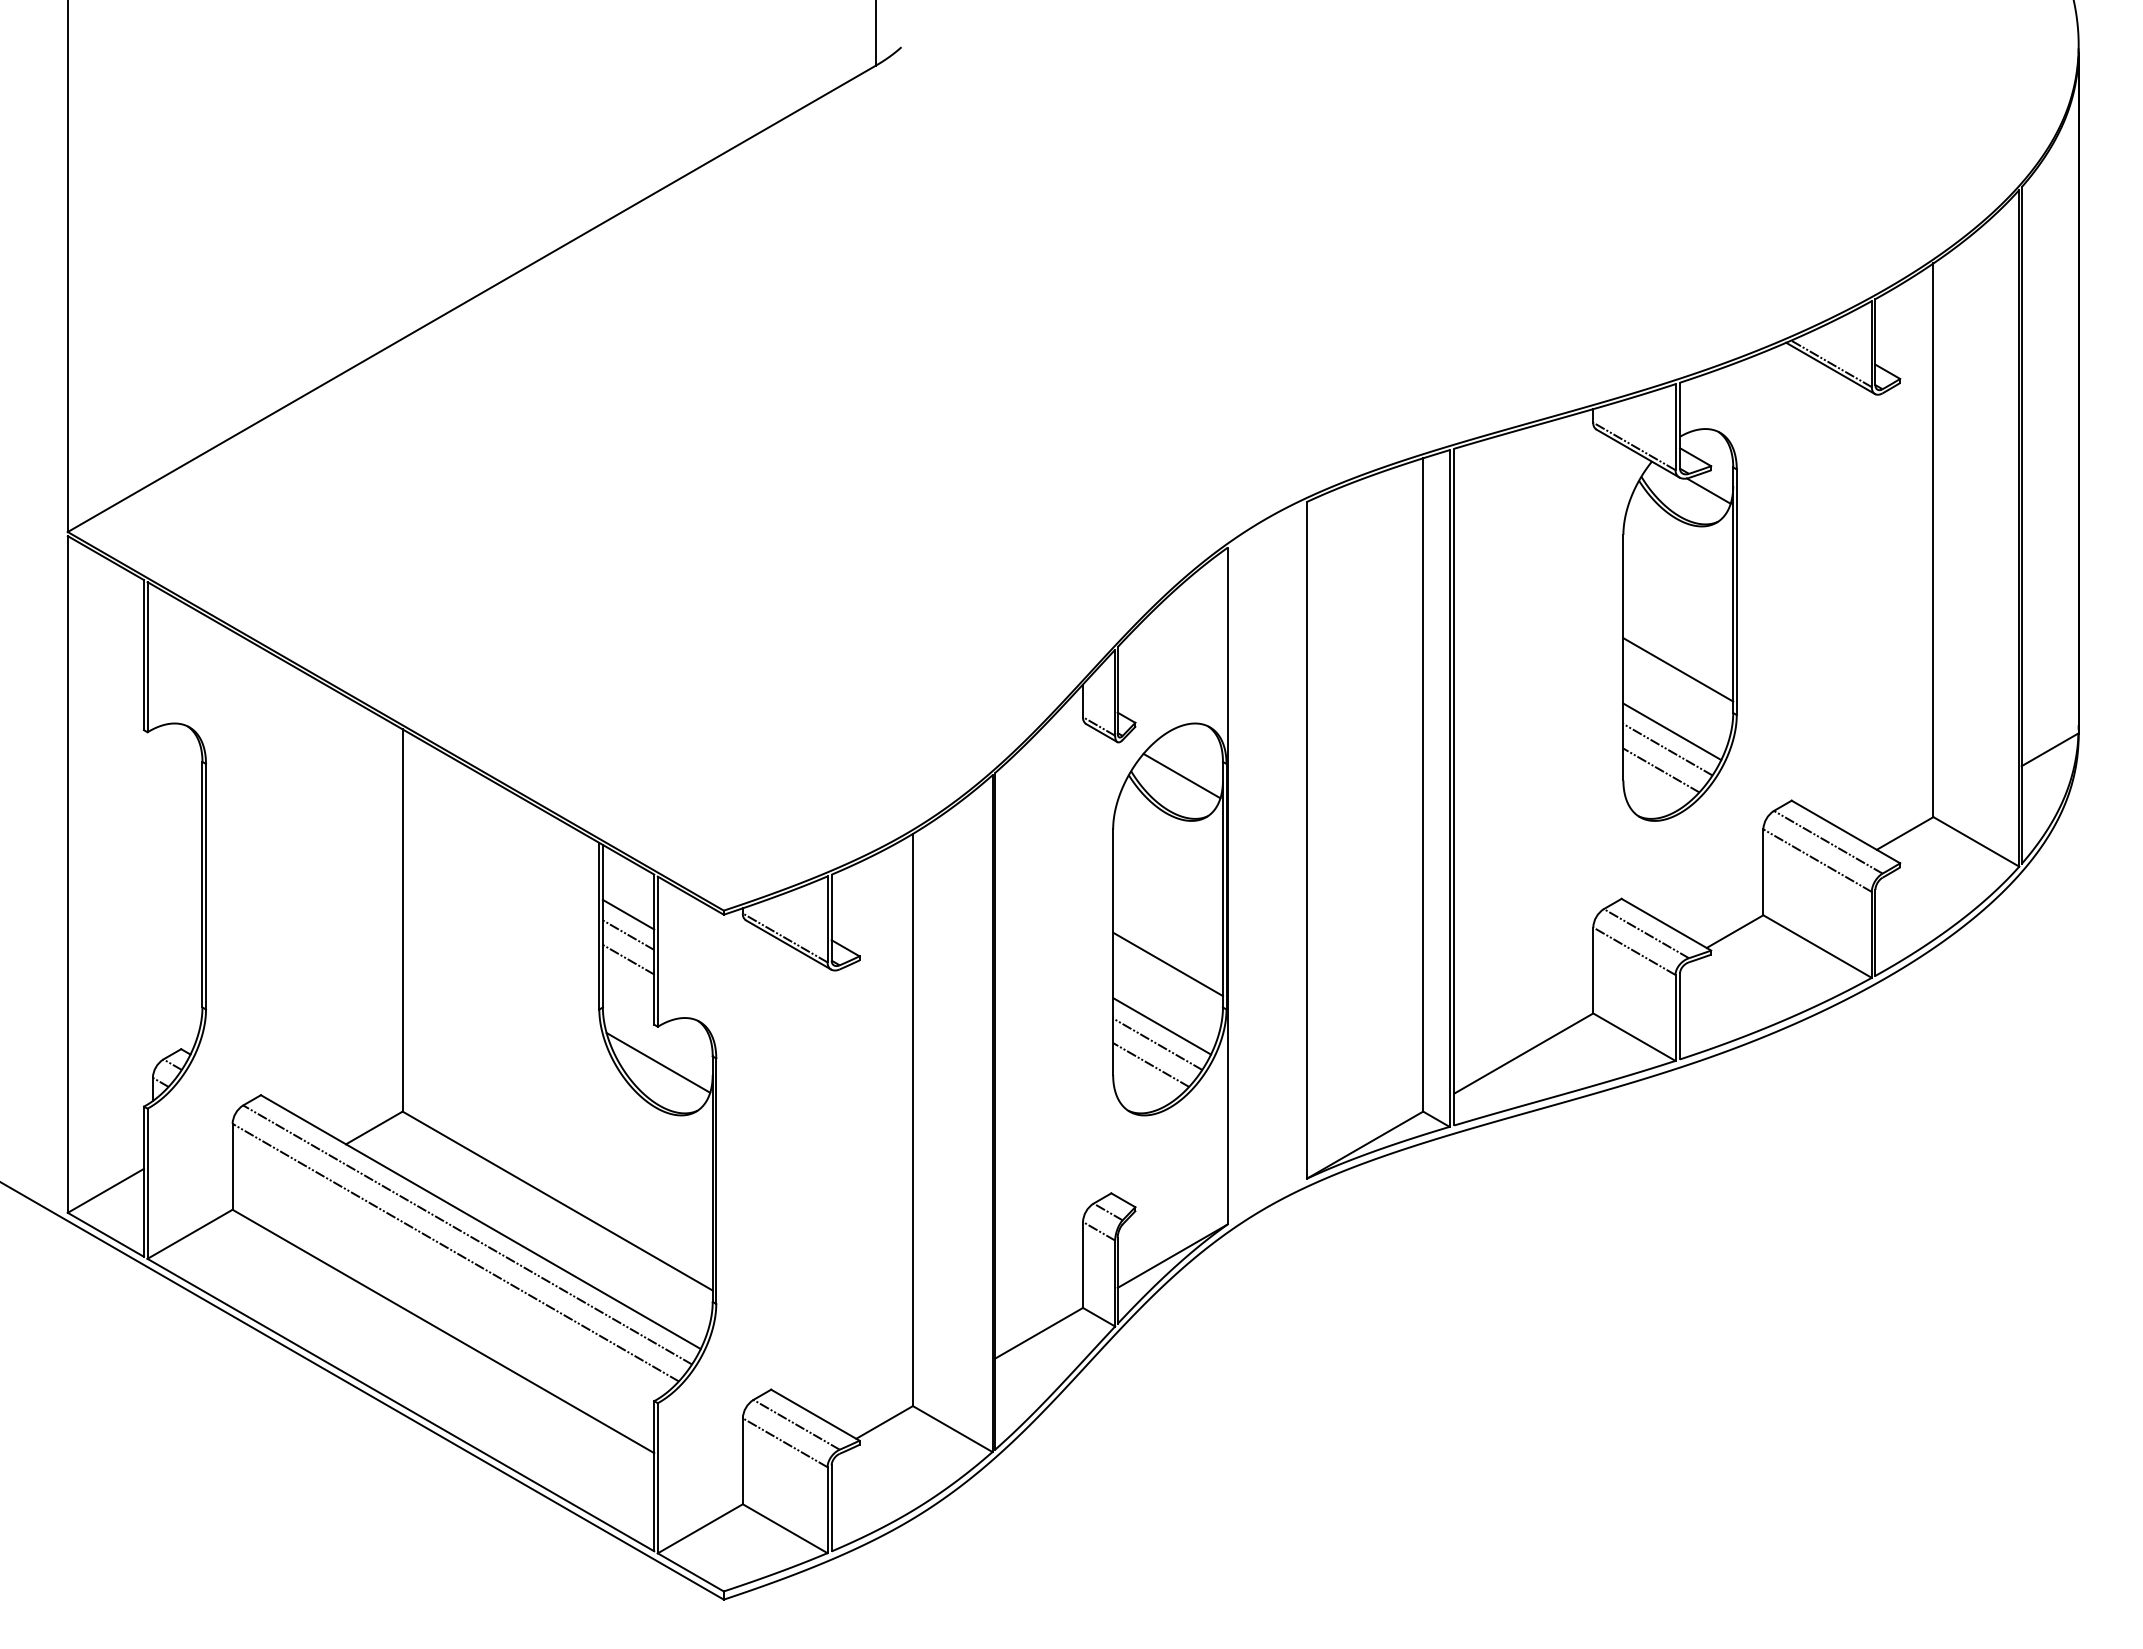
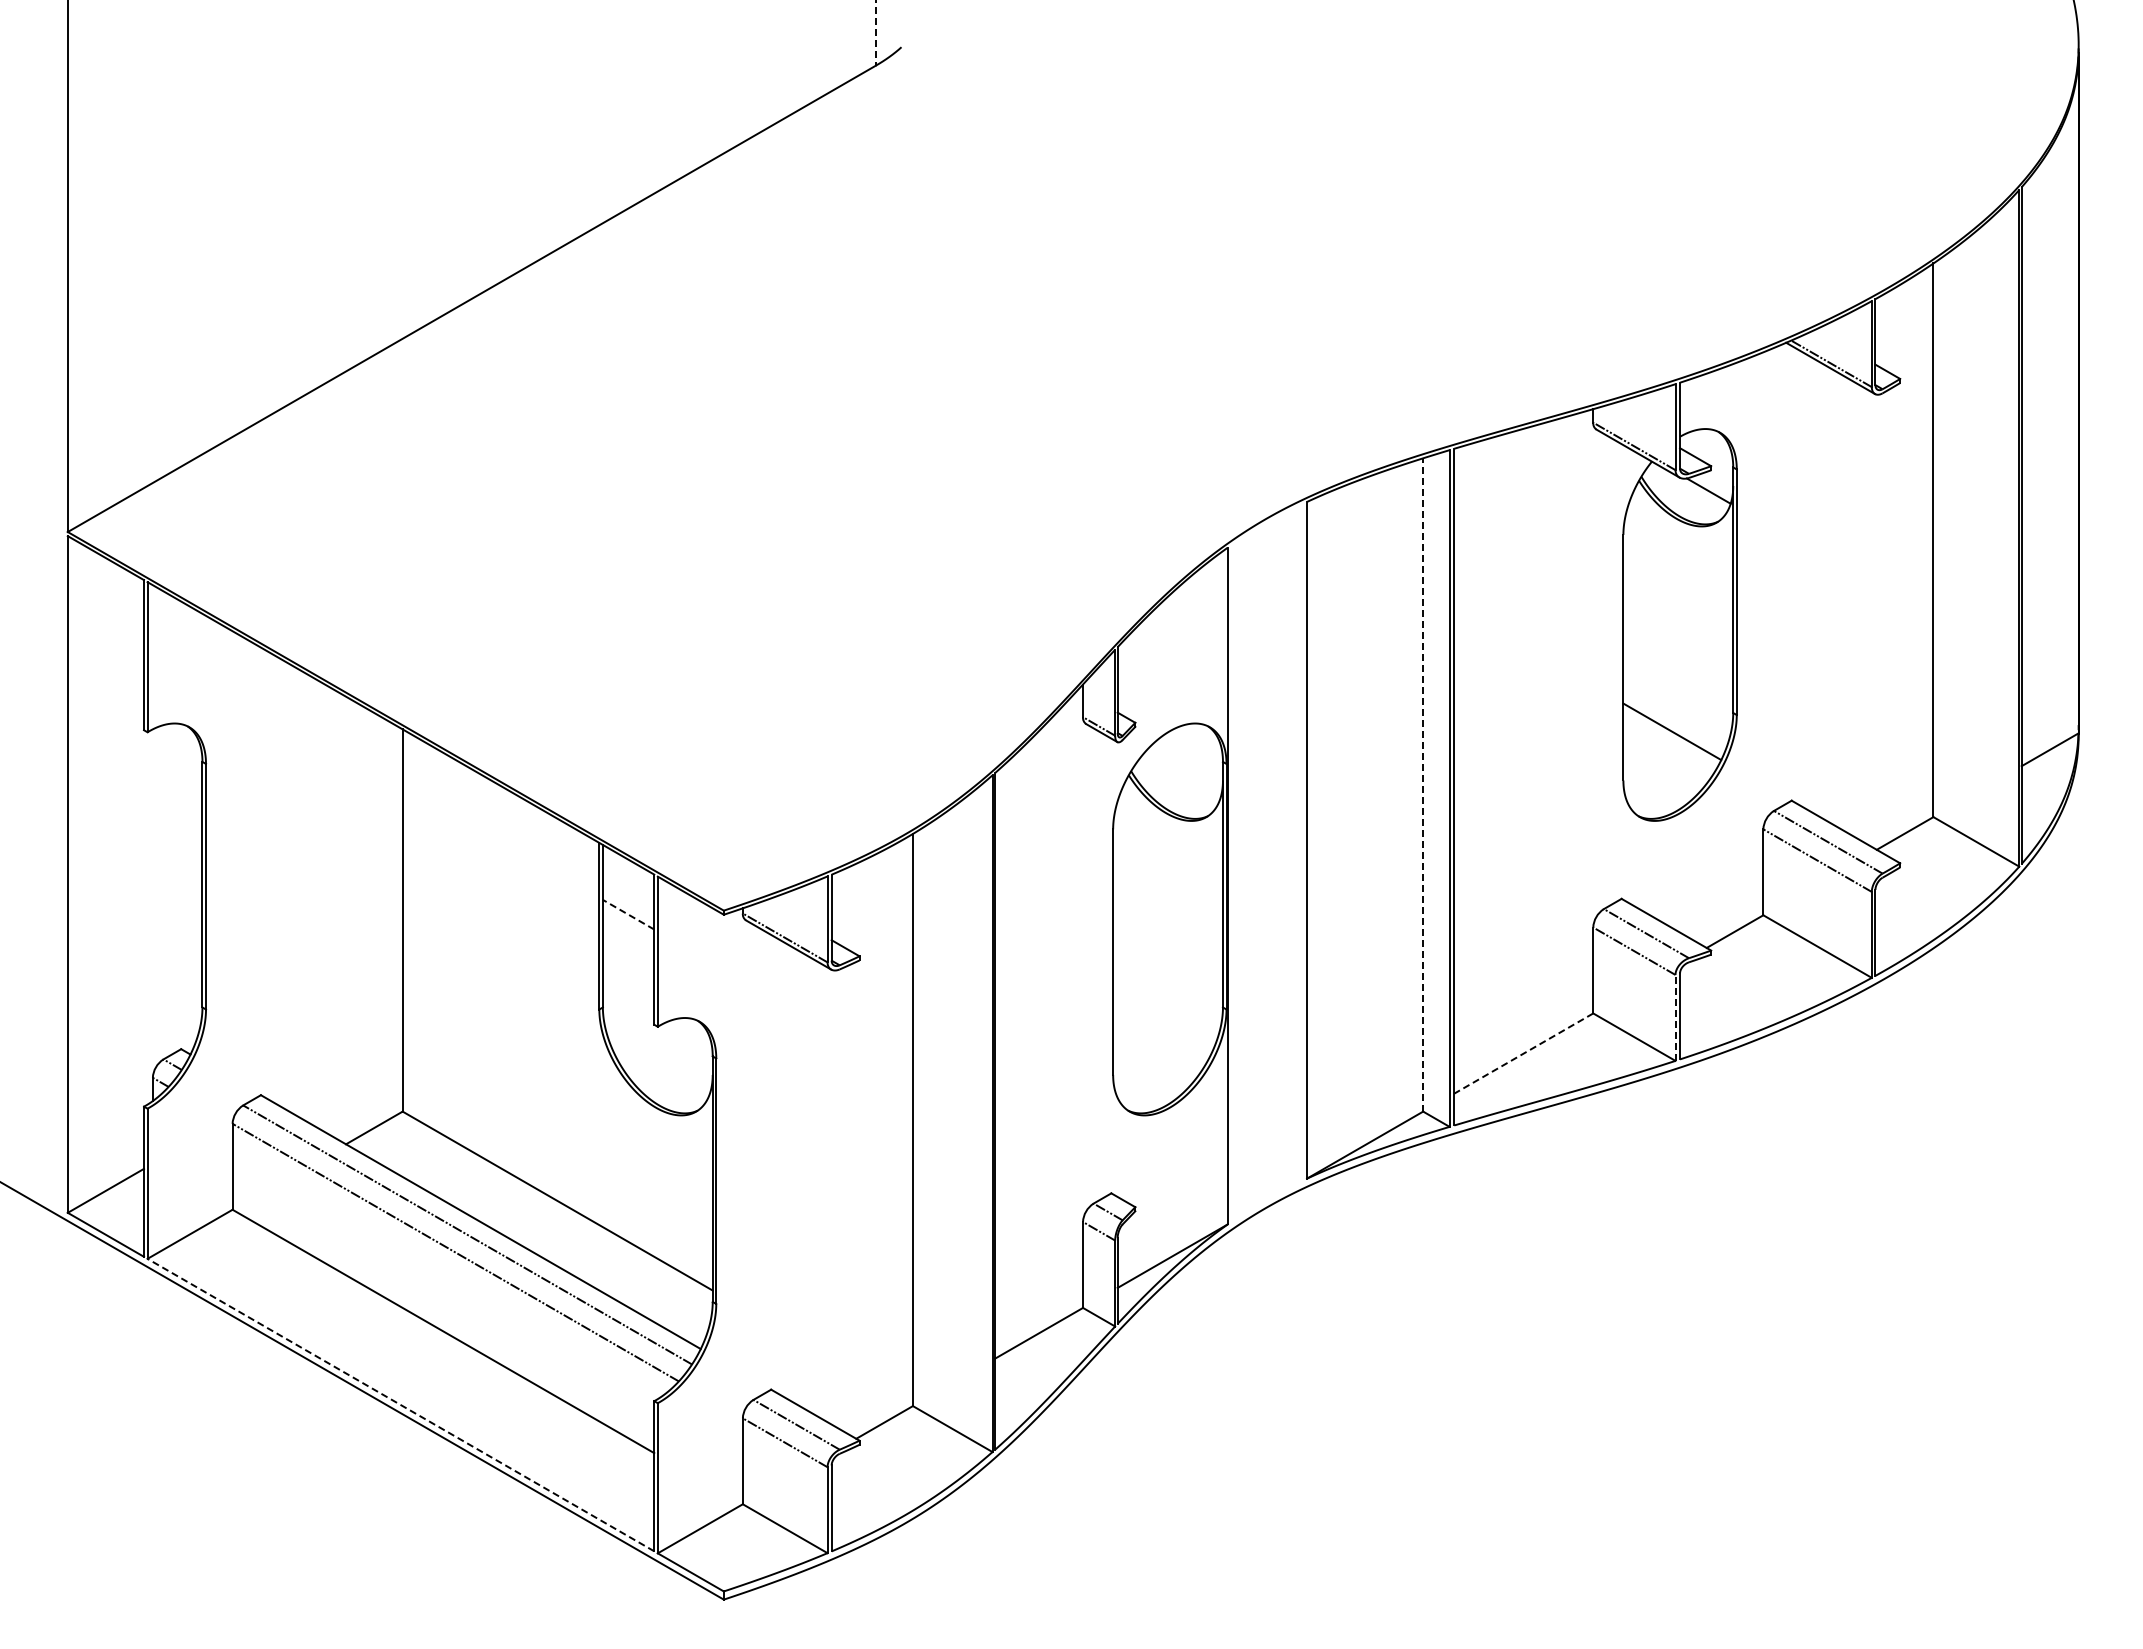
line at (875, 33): solid -> dashed
line at (1678, 669): present -> none
line at (1667, 749): present -> none
line at (1661, 770): present -> none
line at (1181, 775): present -> none
line at (1423, 784): solid -> dashed
line at (628, 914): solid -> dashed
line at (628, 935): present -> none
line at (628, 959): present -> none
line at (1167, 964): present -> none
line at (1675, 1017): solid -> dashed
line at (1162, 1026): present -> none
line at (1157, 1043): present -> none
line at (1523, 1053): solid -> dashed
line at (658, 1062): present -> none
line at (1151, 1064): present -> none
line at (400, 1405): solid -> dashed
